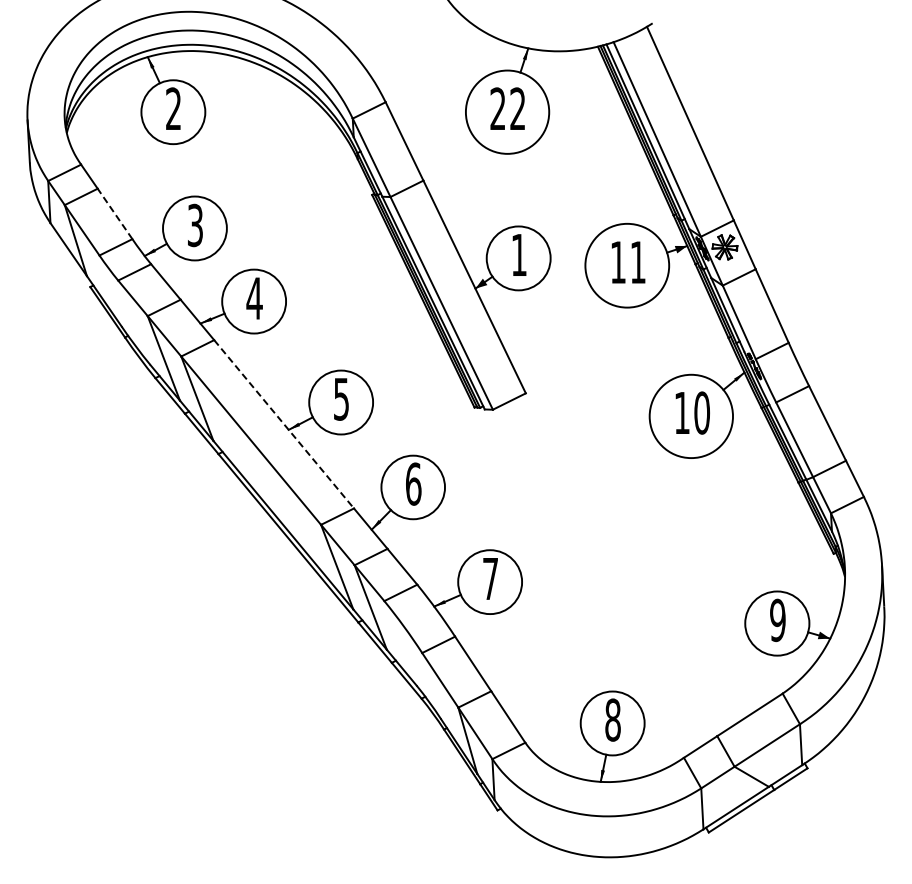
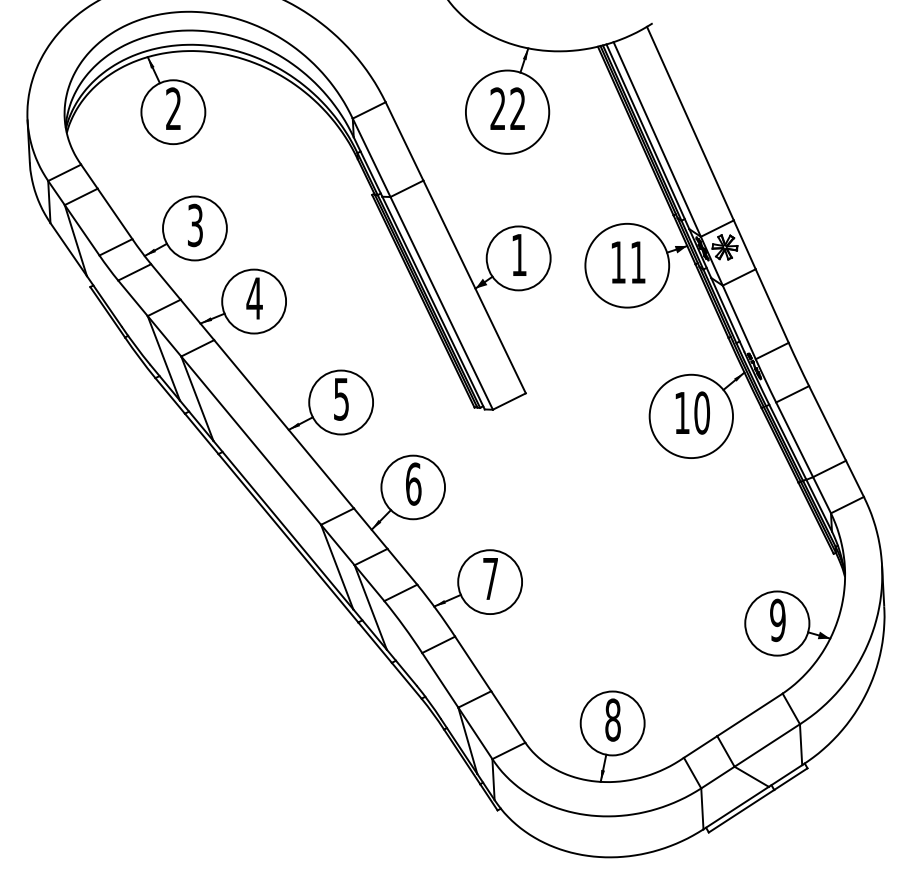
line at (115, 213): dashed -> solid
line at (284, 424): dashed -> solid
